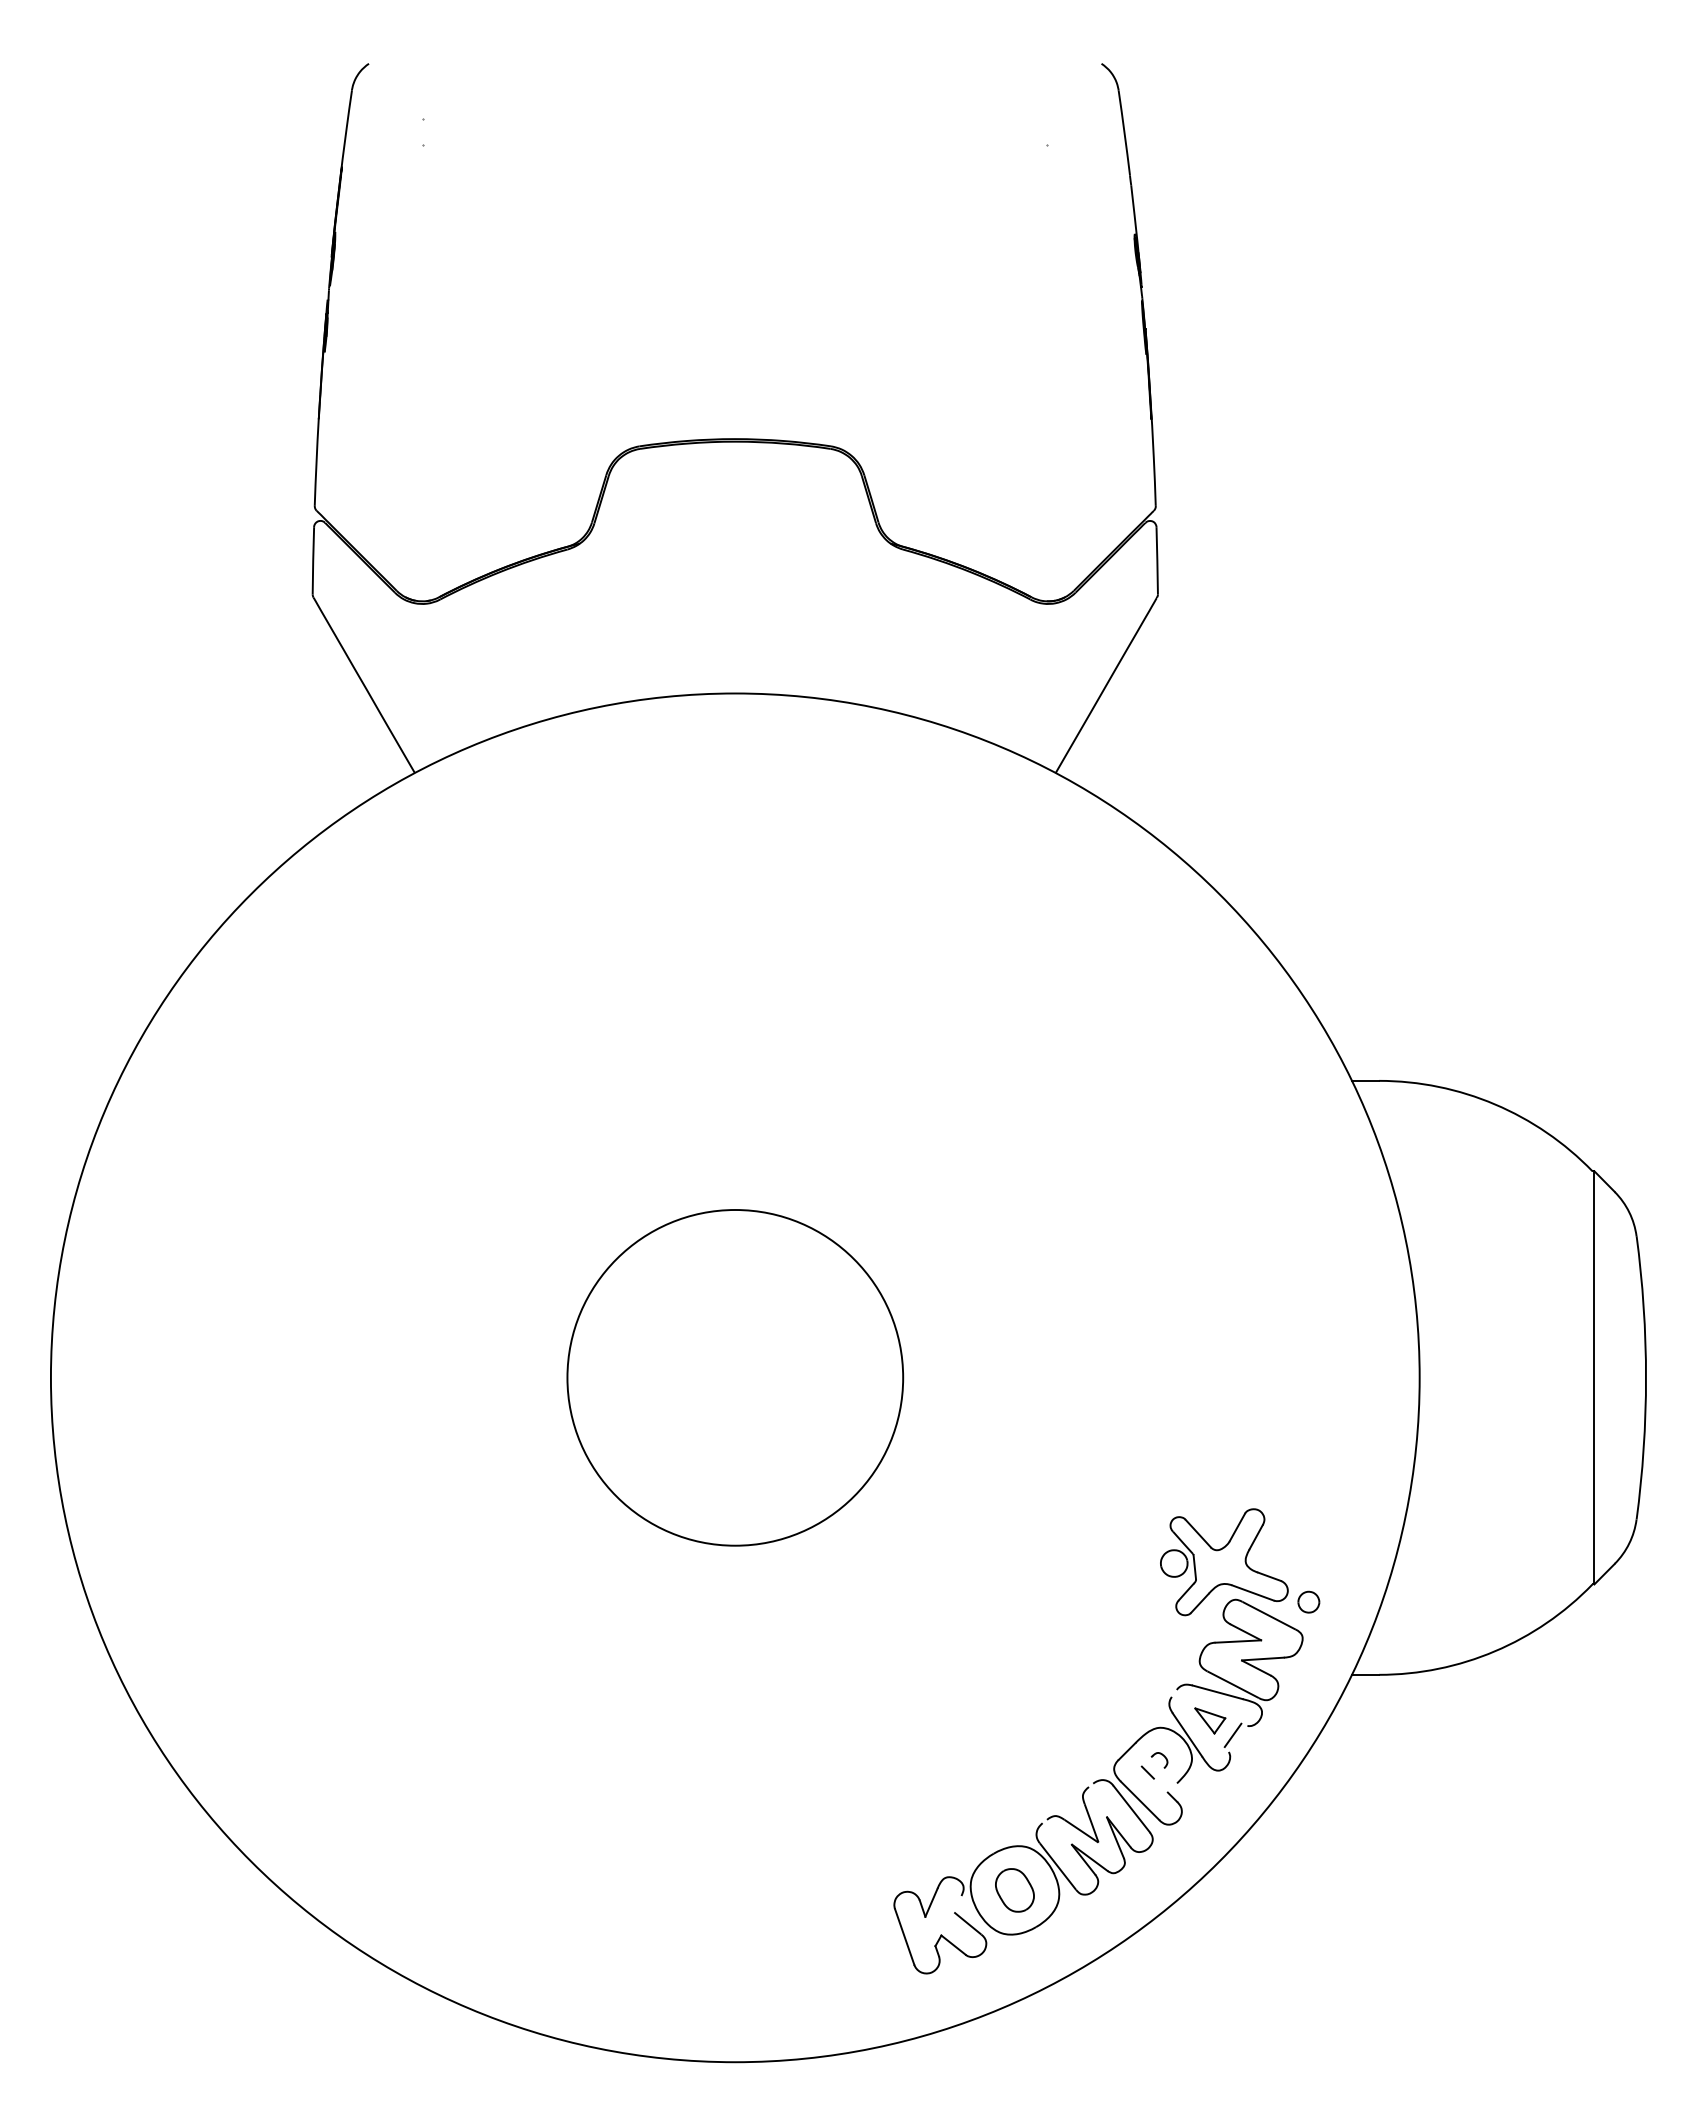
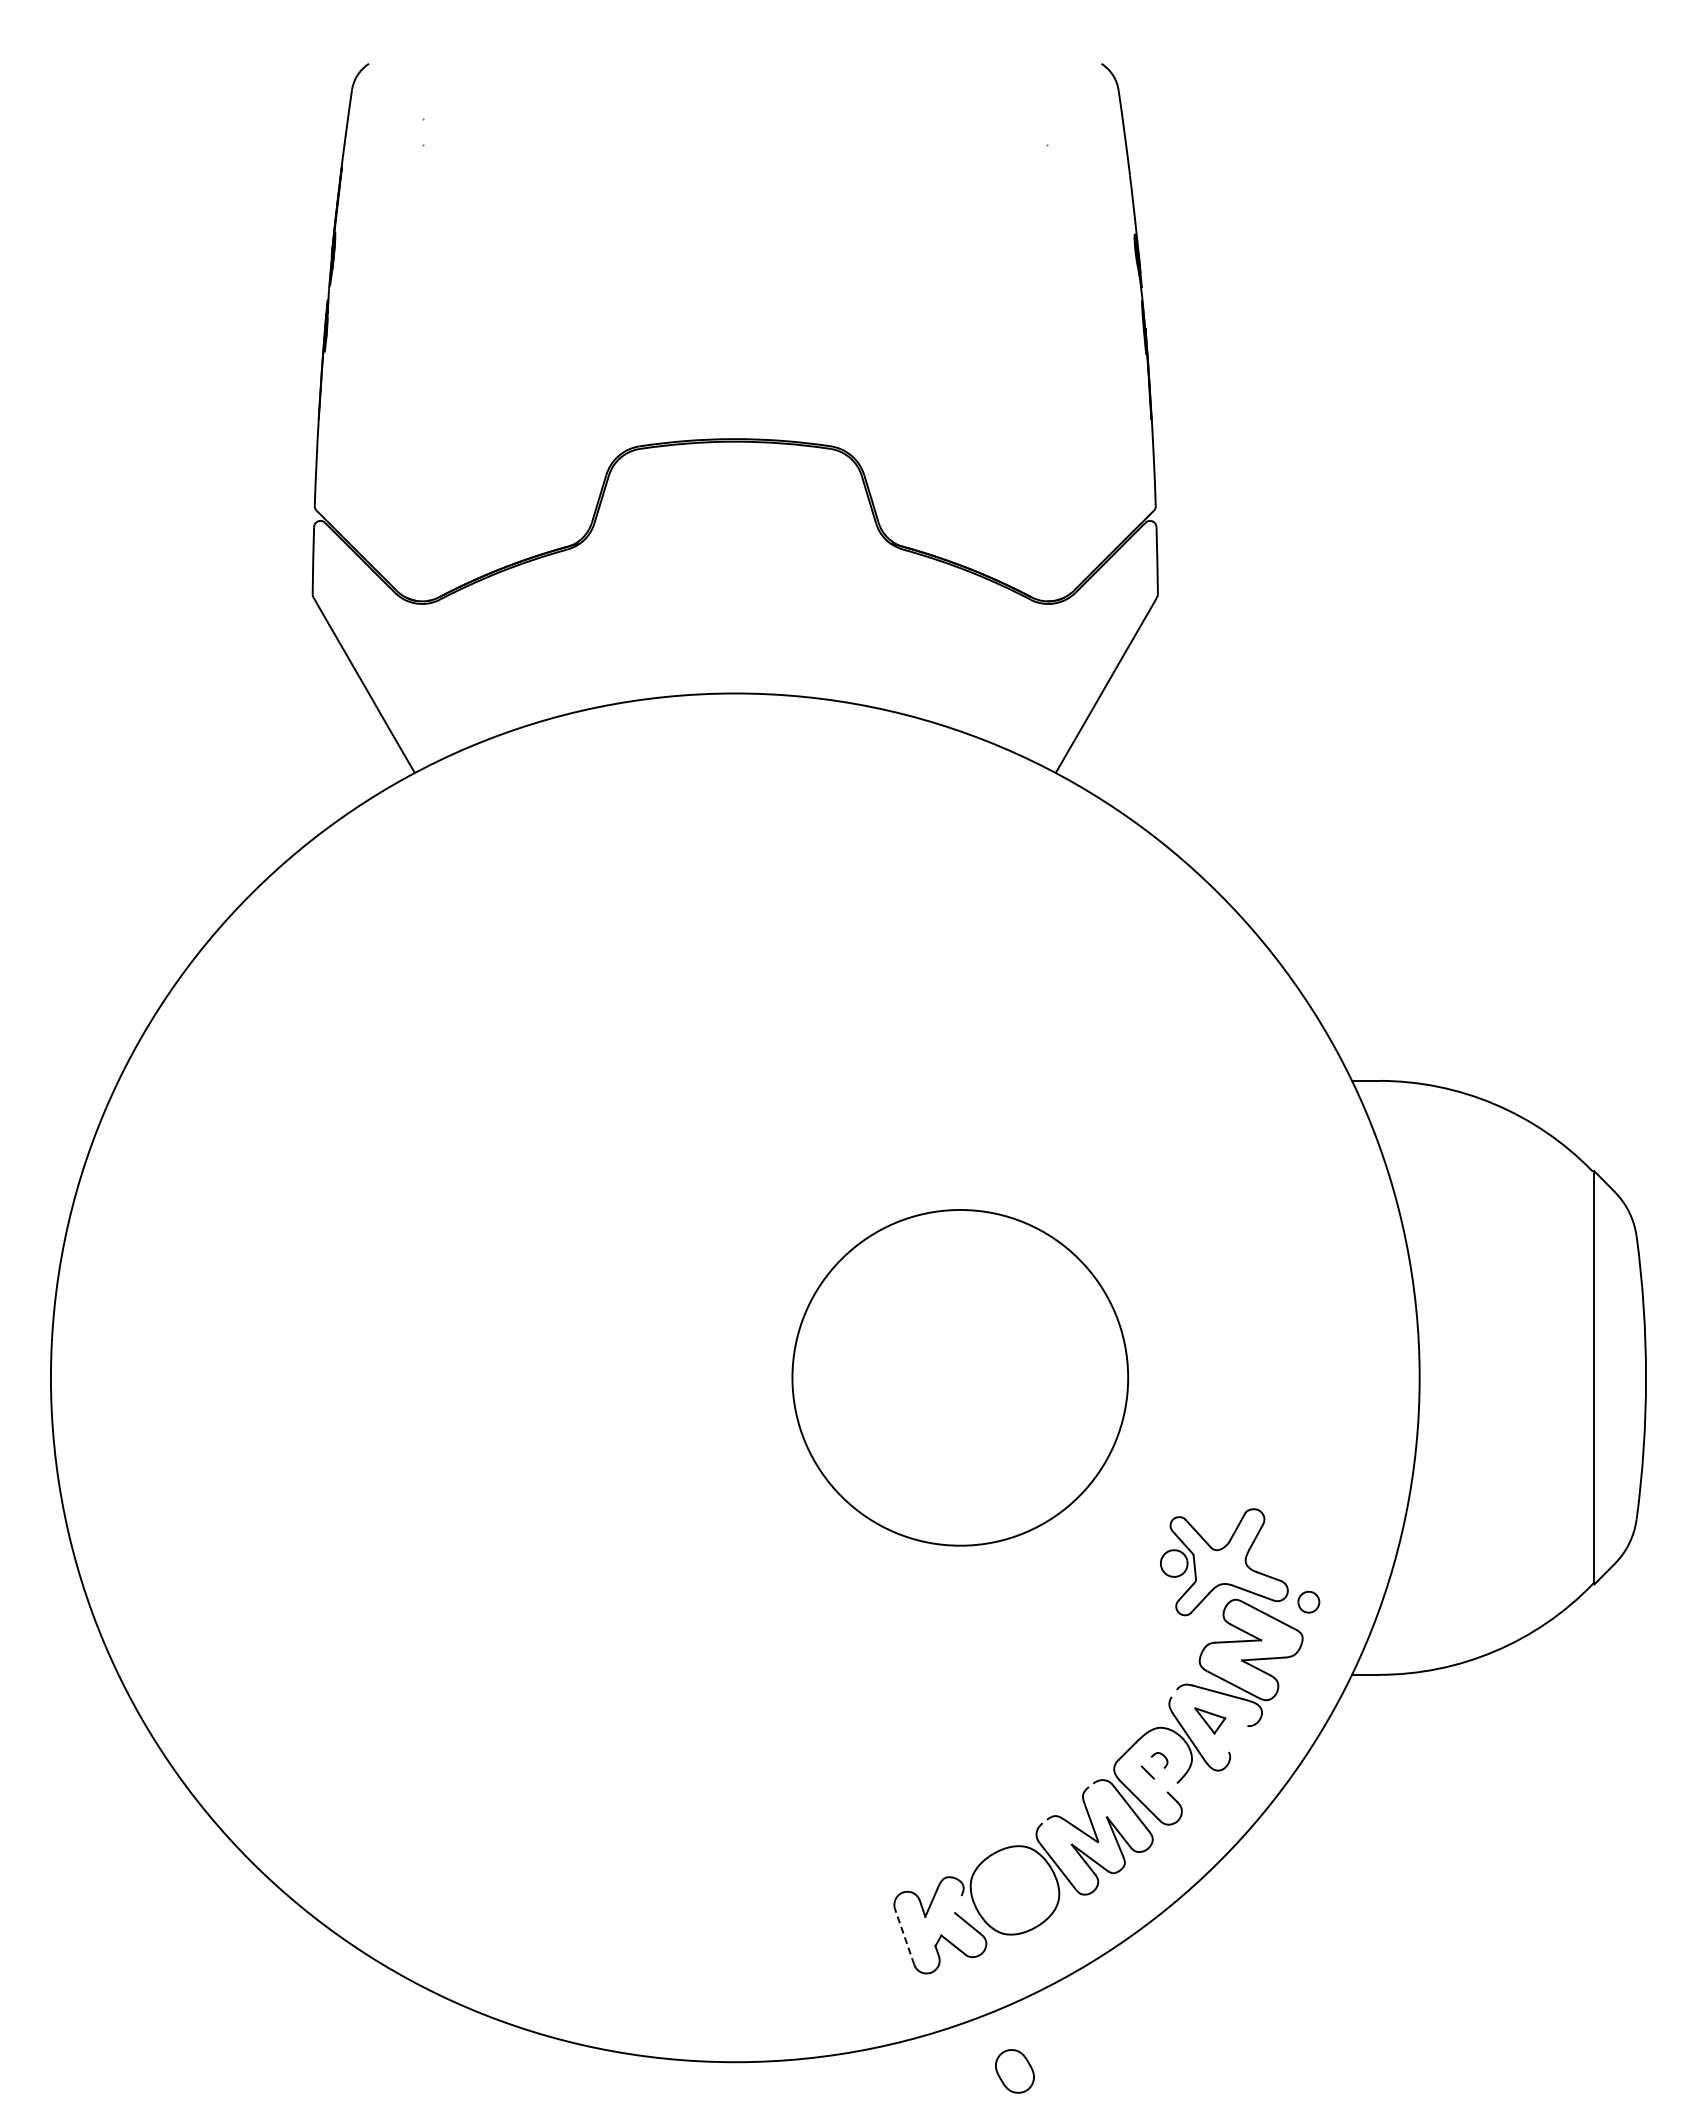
circle at (735, 1377) position: (735, 1377) -> (960, 1377)
line at (1232, 1735): present -> none
part at (1014, 1890) position: (1014, 1890) -> (1014, 2071)
line at (904, 1936): solid -> dashed
